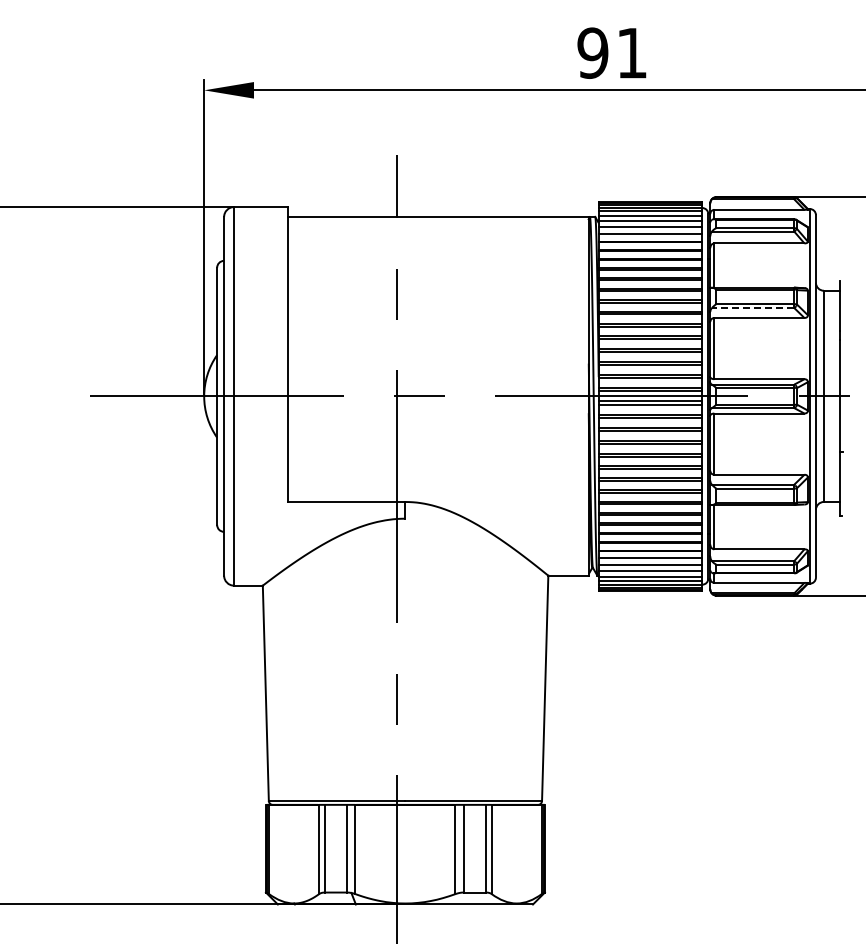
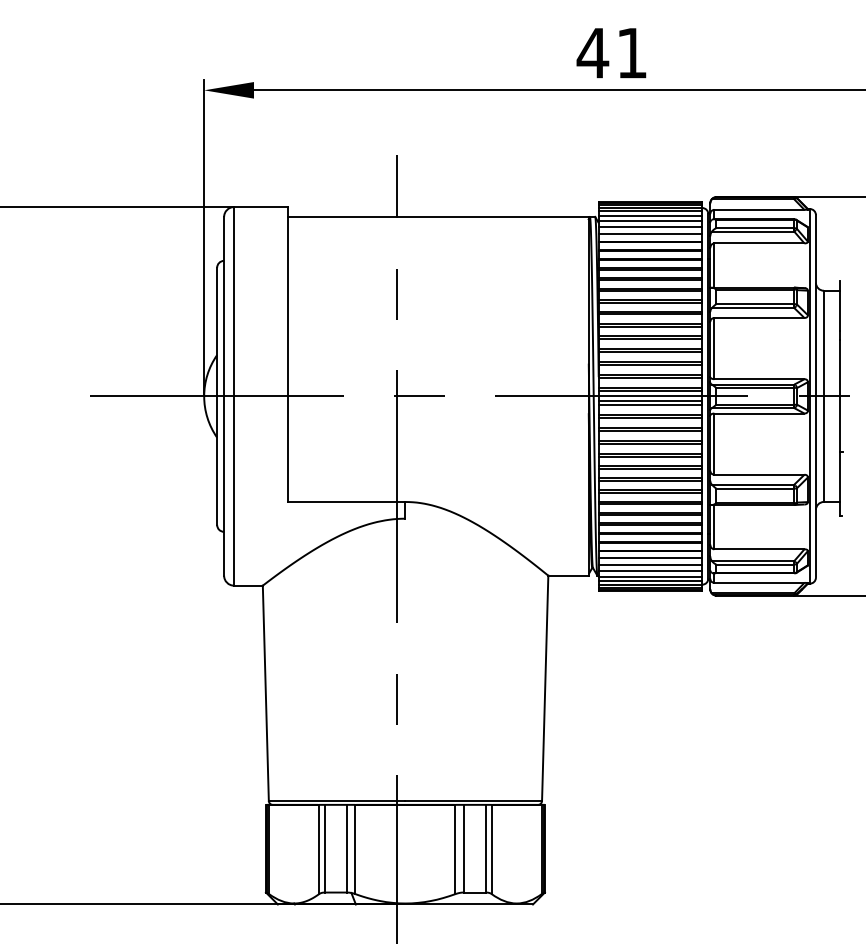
text at (592, 52): 91 -> 41
line at (752, 308): dashed -> solid
